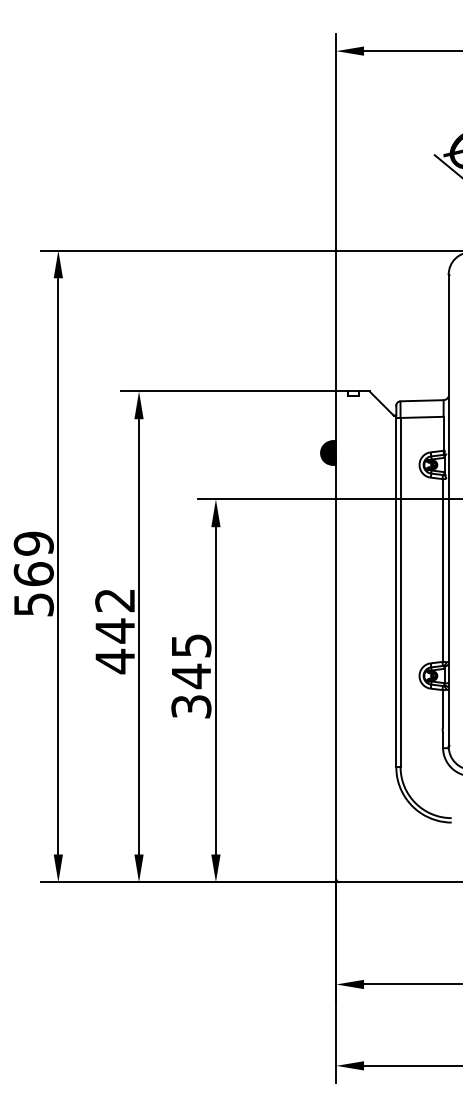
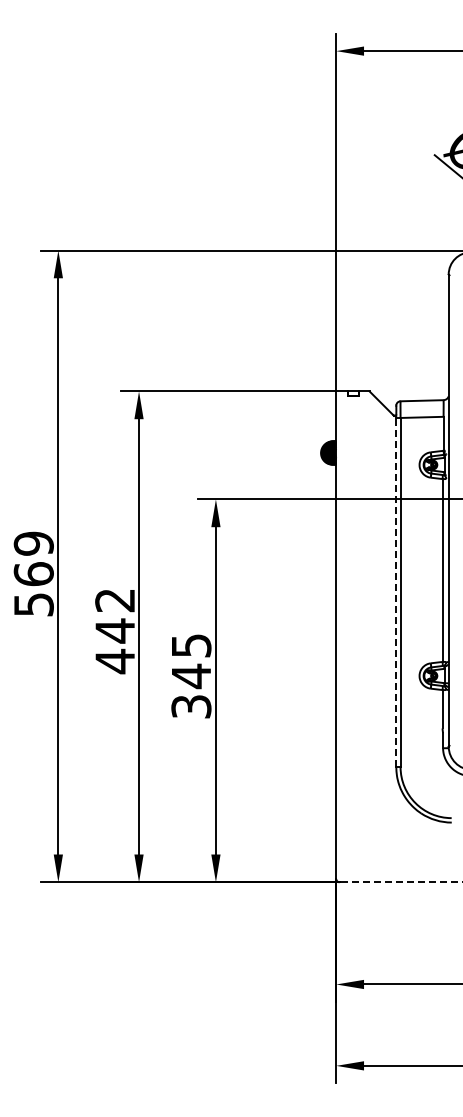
line at (396, 592): solid -> dashed
line at (400, 882): solid -> dashed
